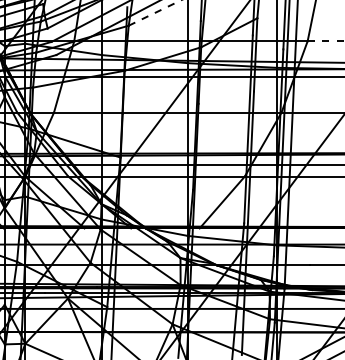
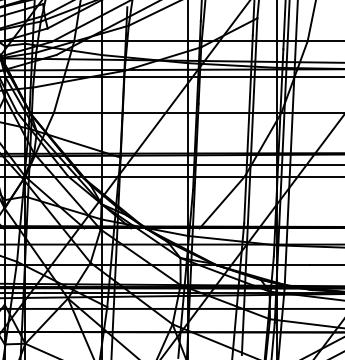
line at (155, 12): dashed -> solid
line at (326, 41): dashed -> solid
